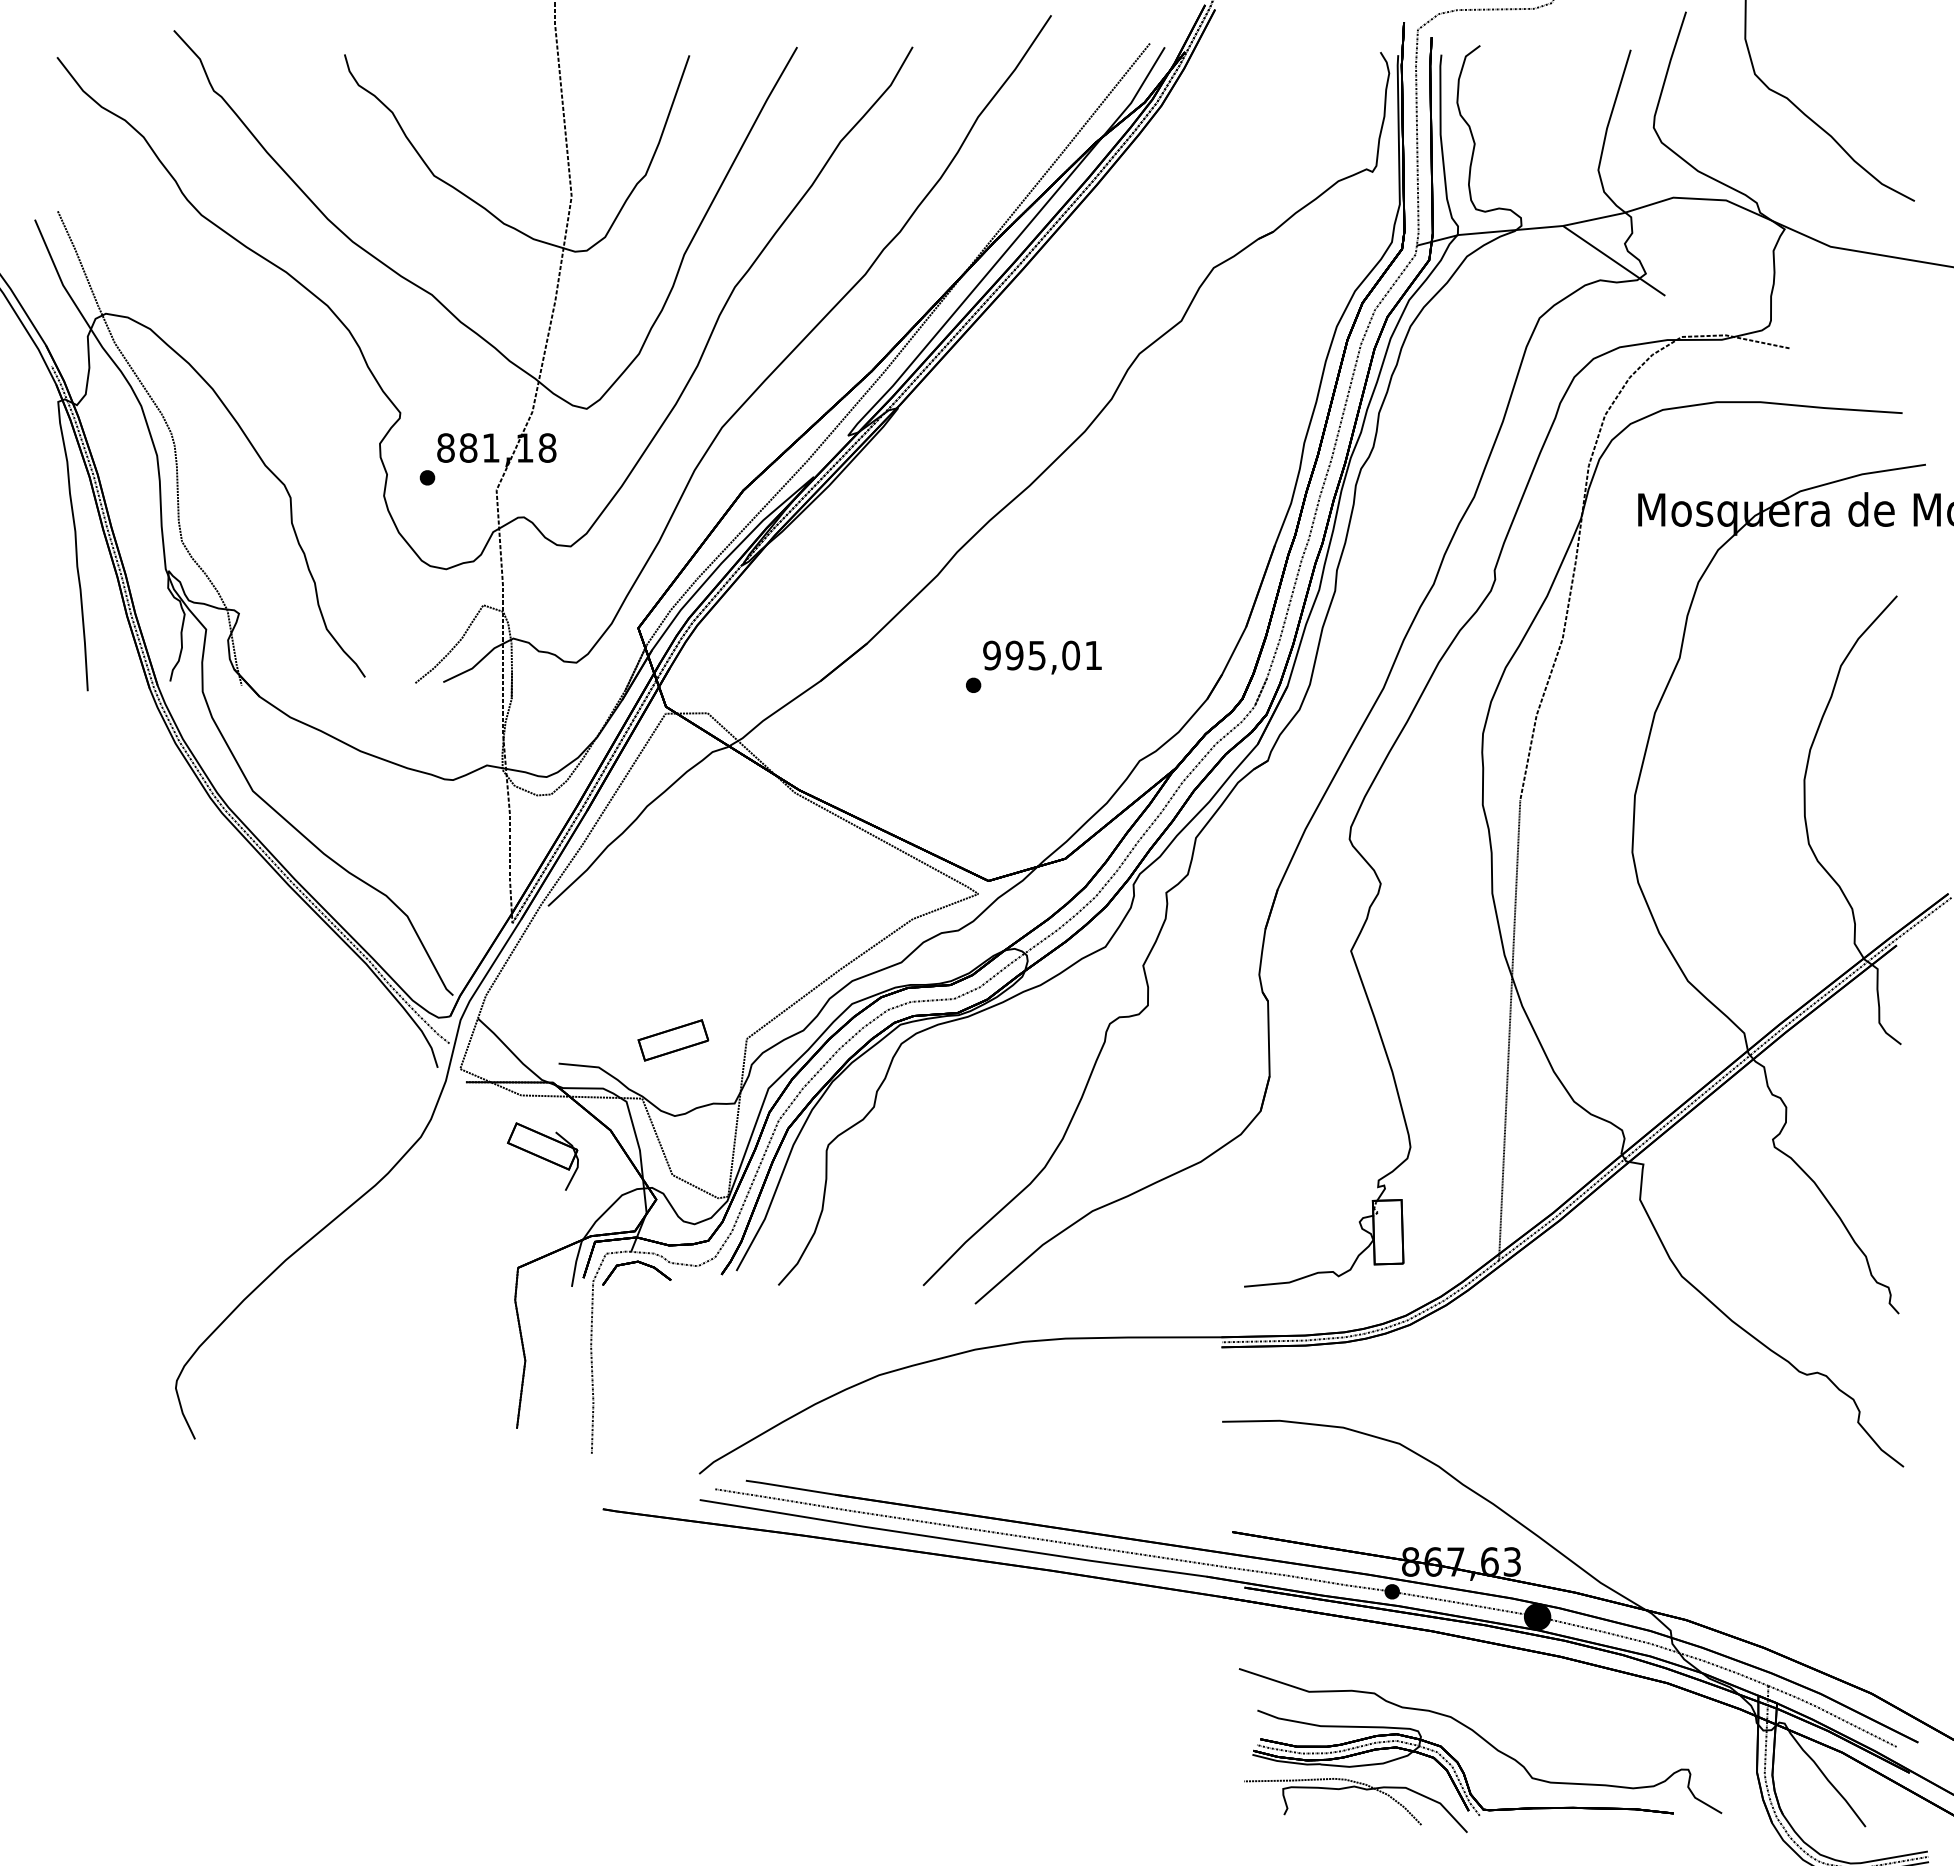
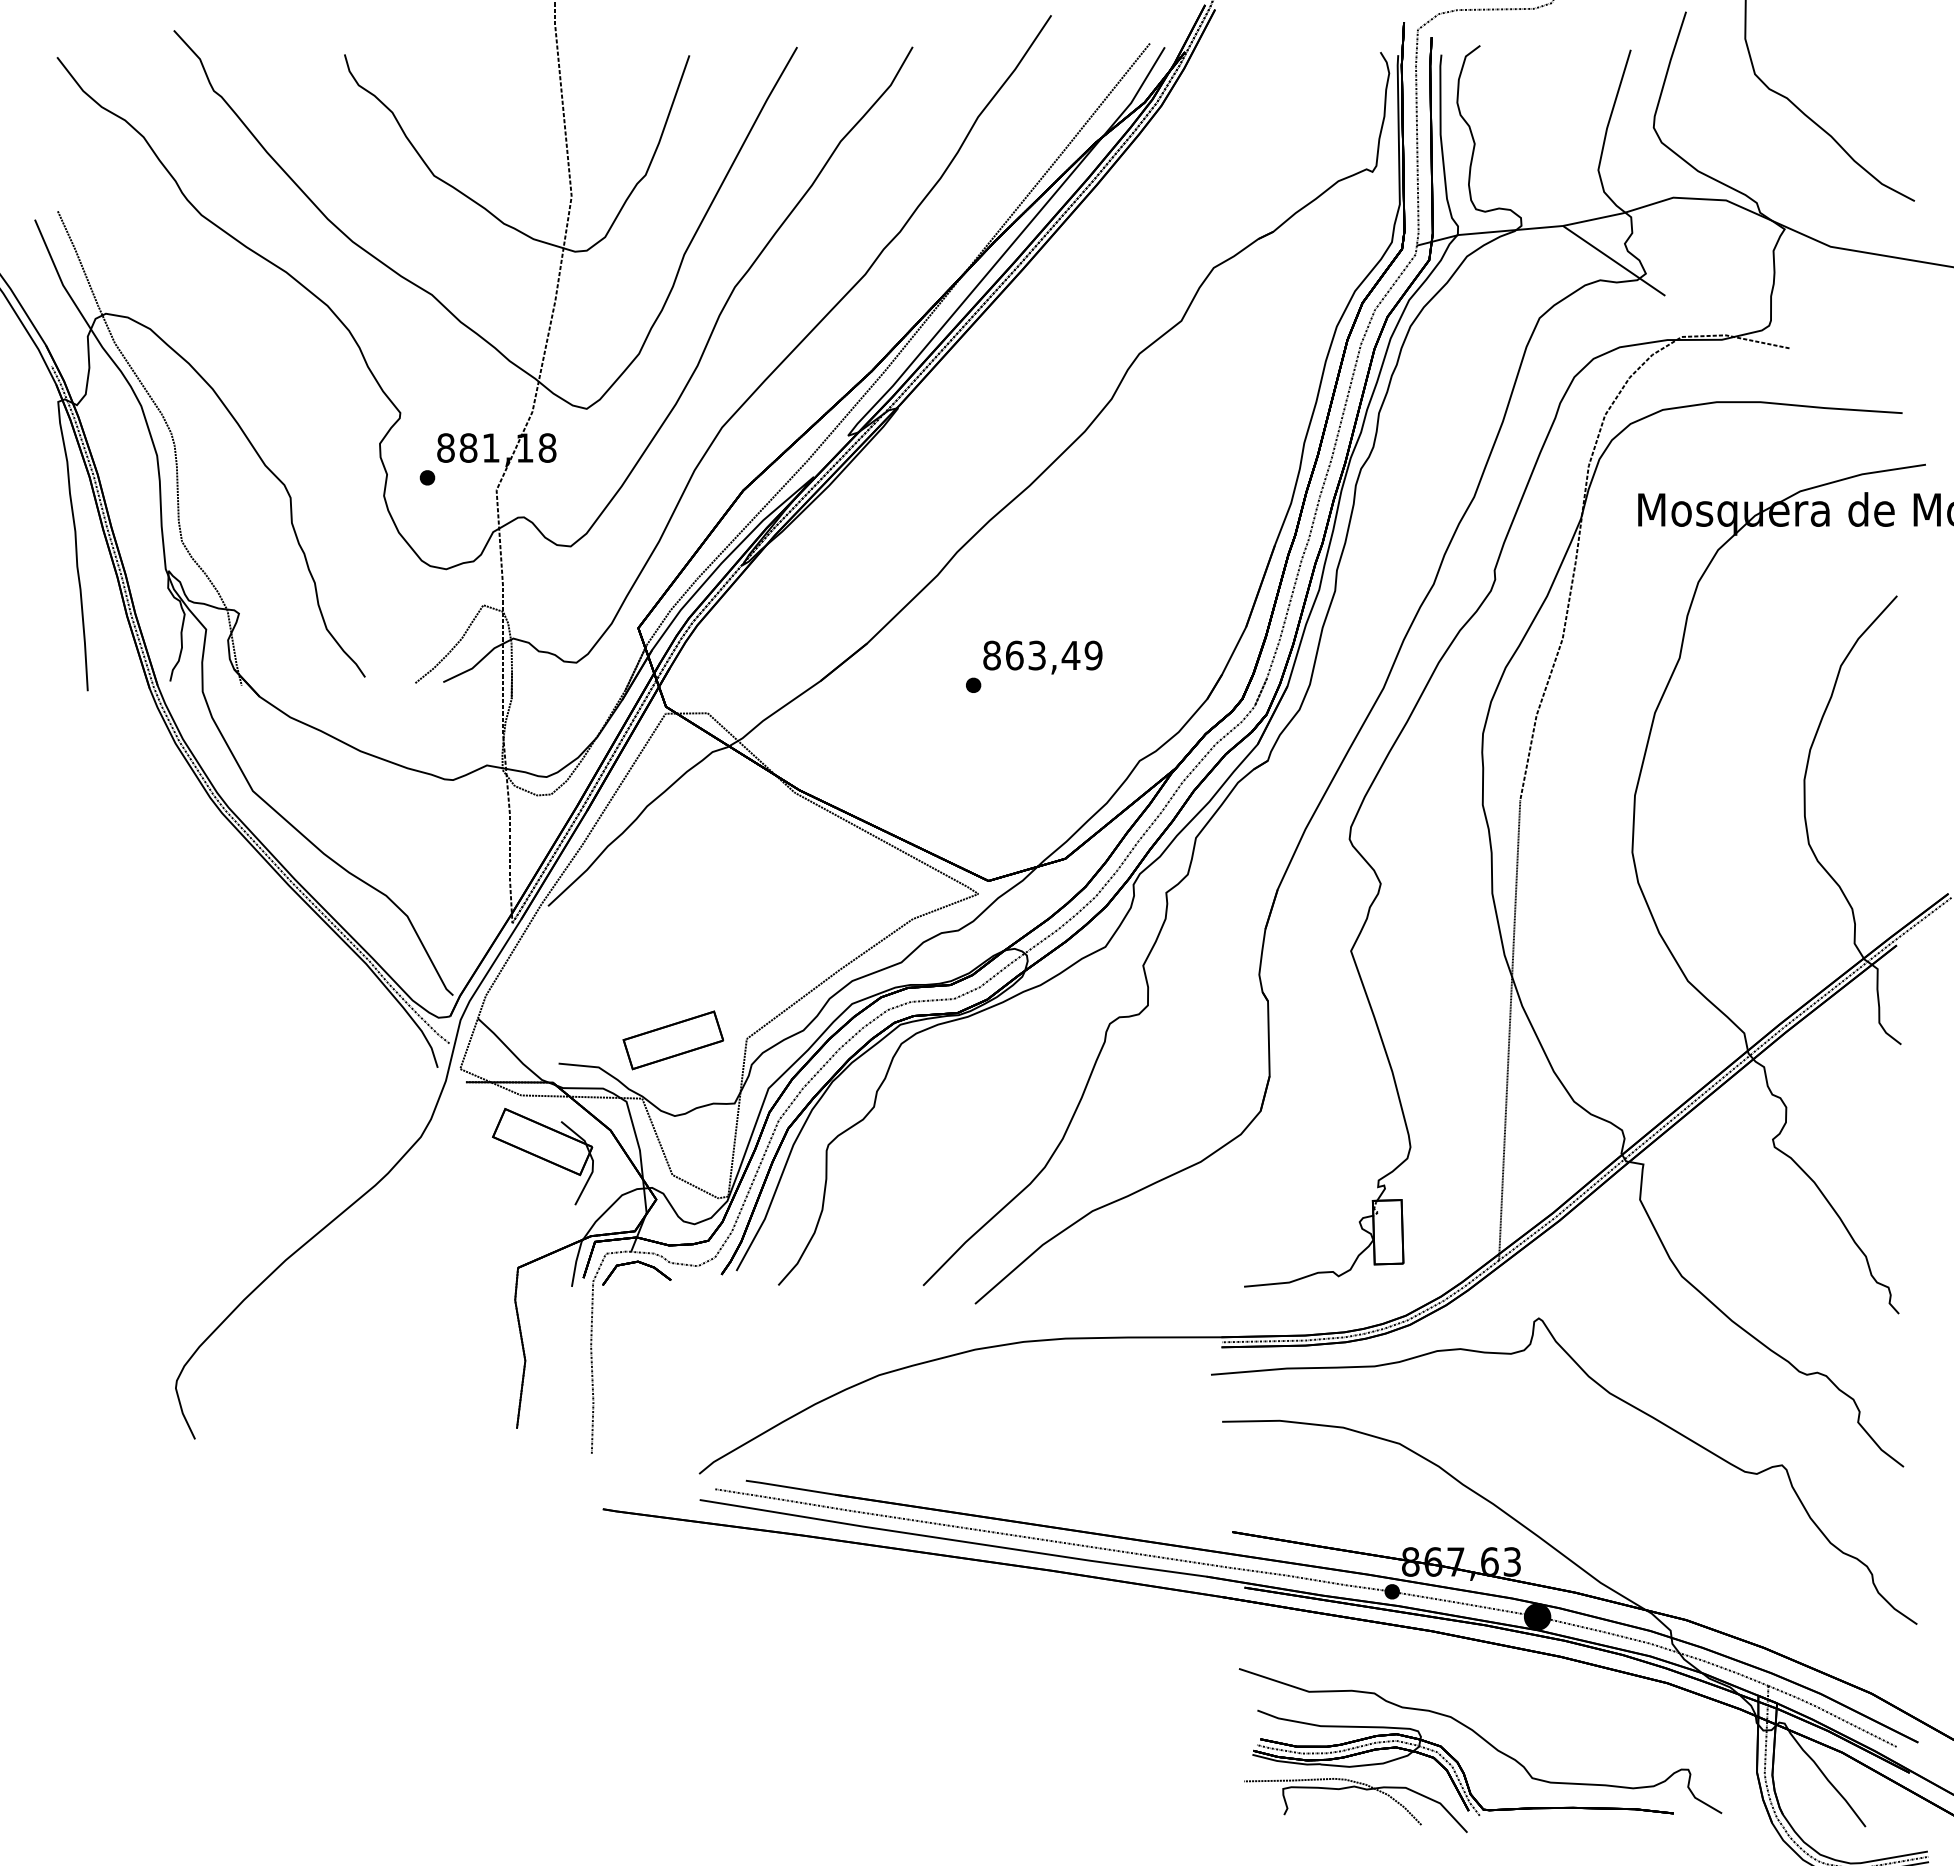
text at (1042, 655): 995,01 -> 863,49
part at (673, 1040) size: 73x43 px -> 103x61 px
part at (542, 1156) size: 72x69 px -> 102x98 px
curve at (1609, 1394): none -> present
